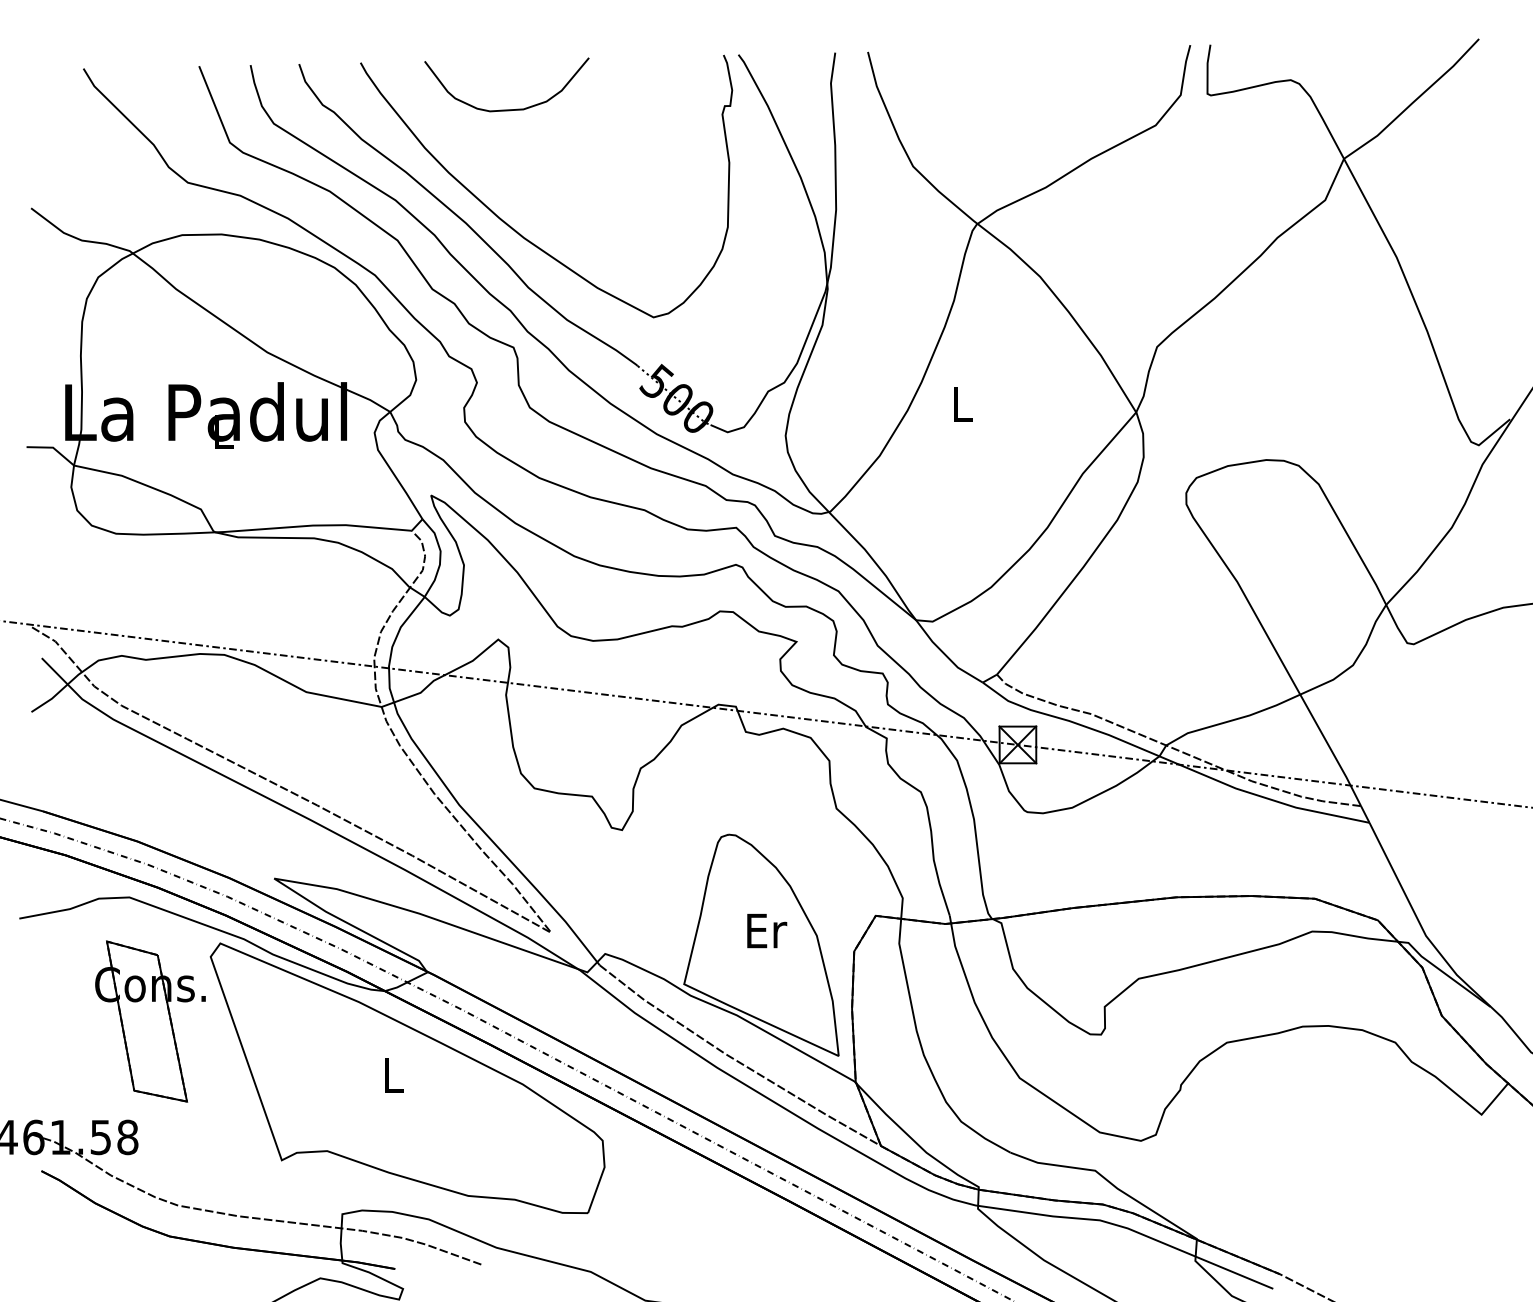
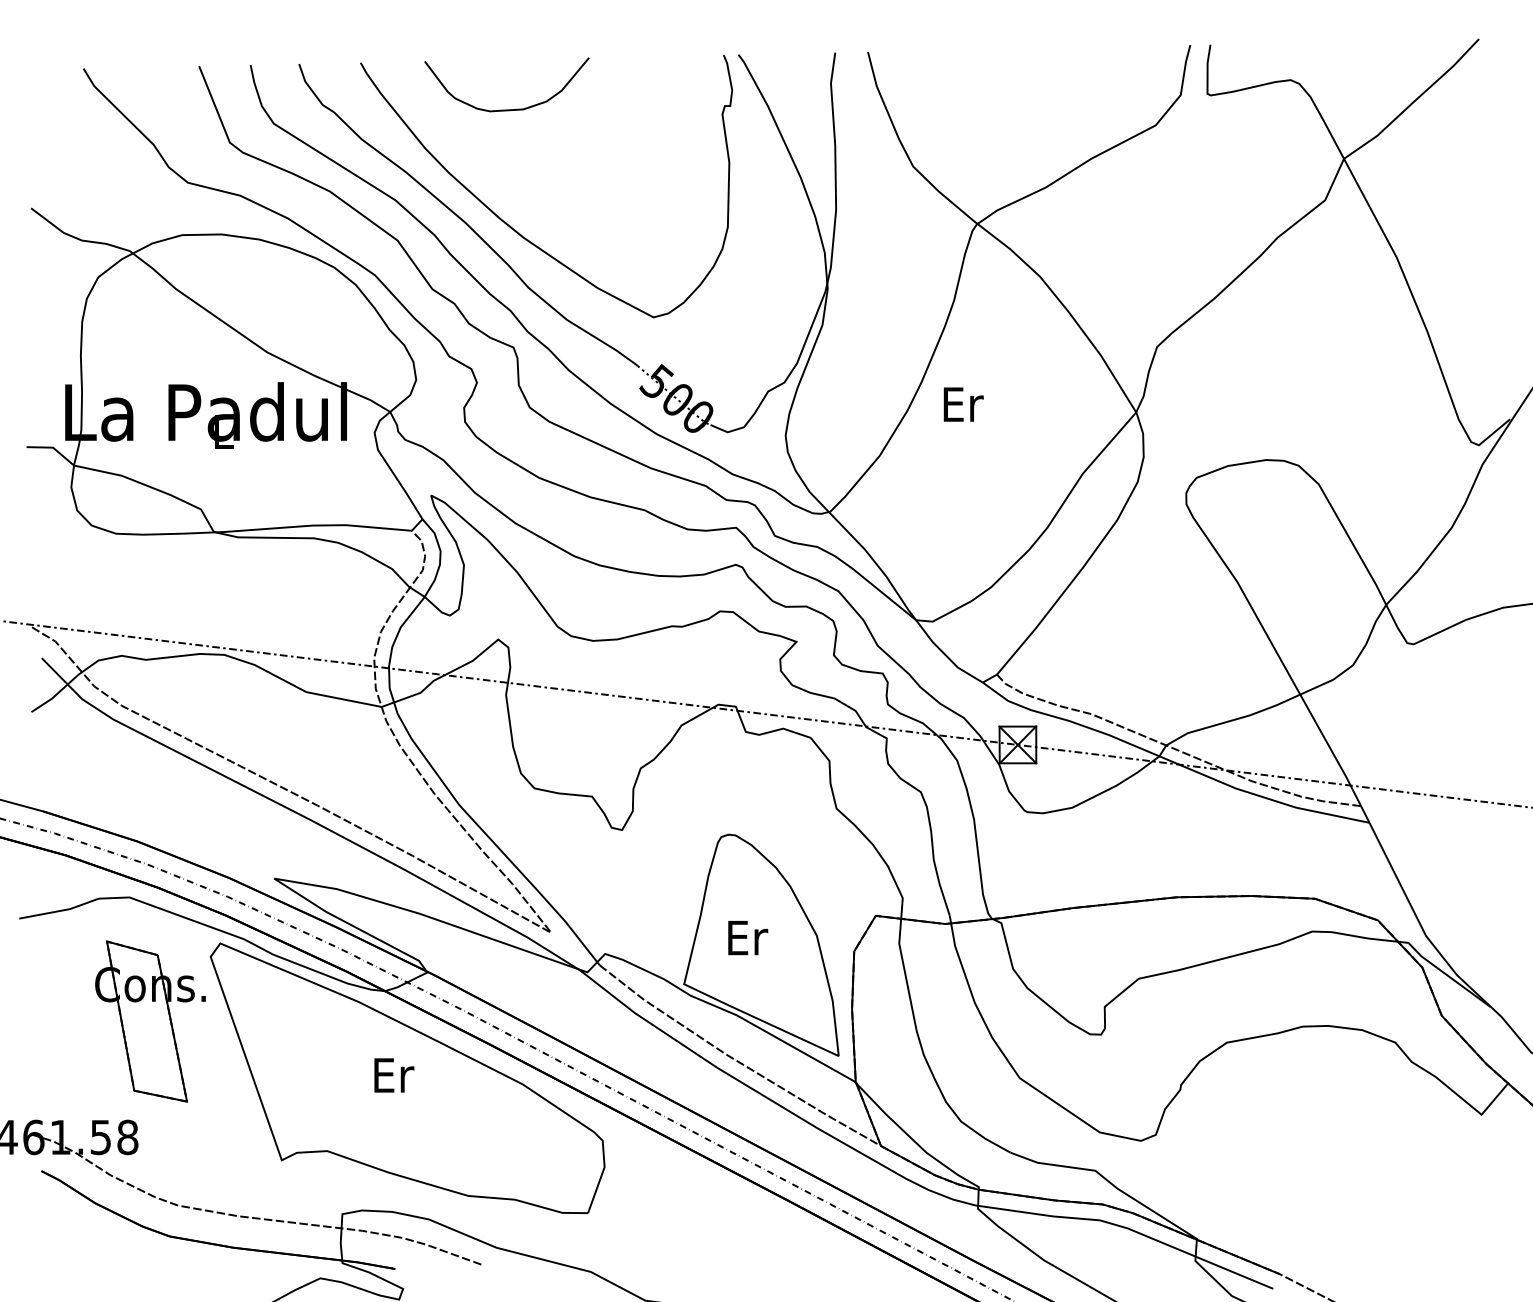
text at (963, 404): L -> Er
text at (767, 931) position: (767, 931) -> (748, 938)
text at (394, 1075): L -> Er
